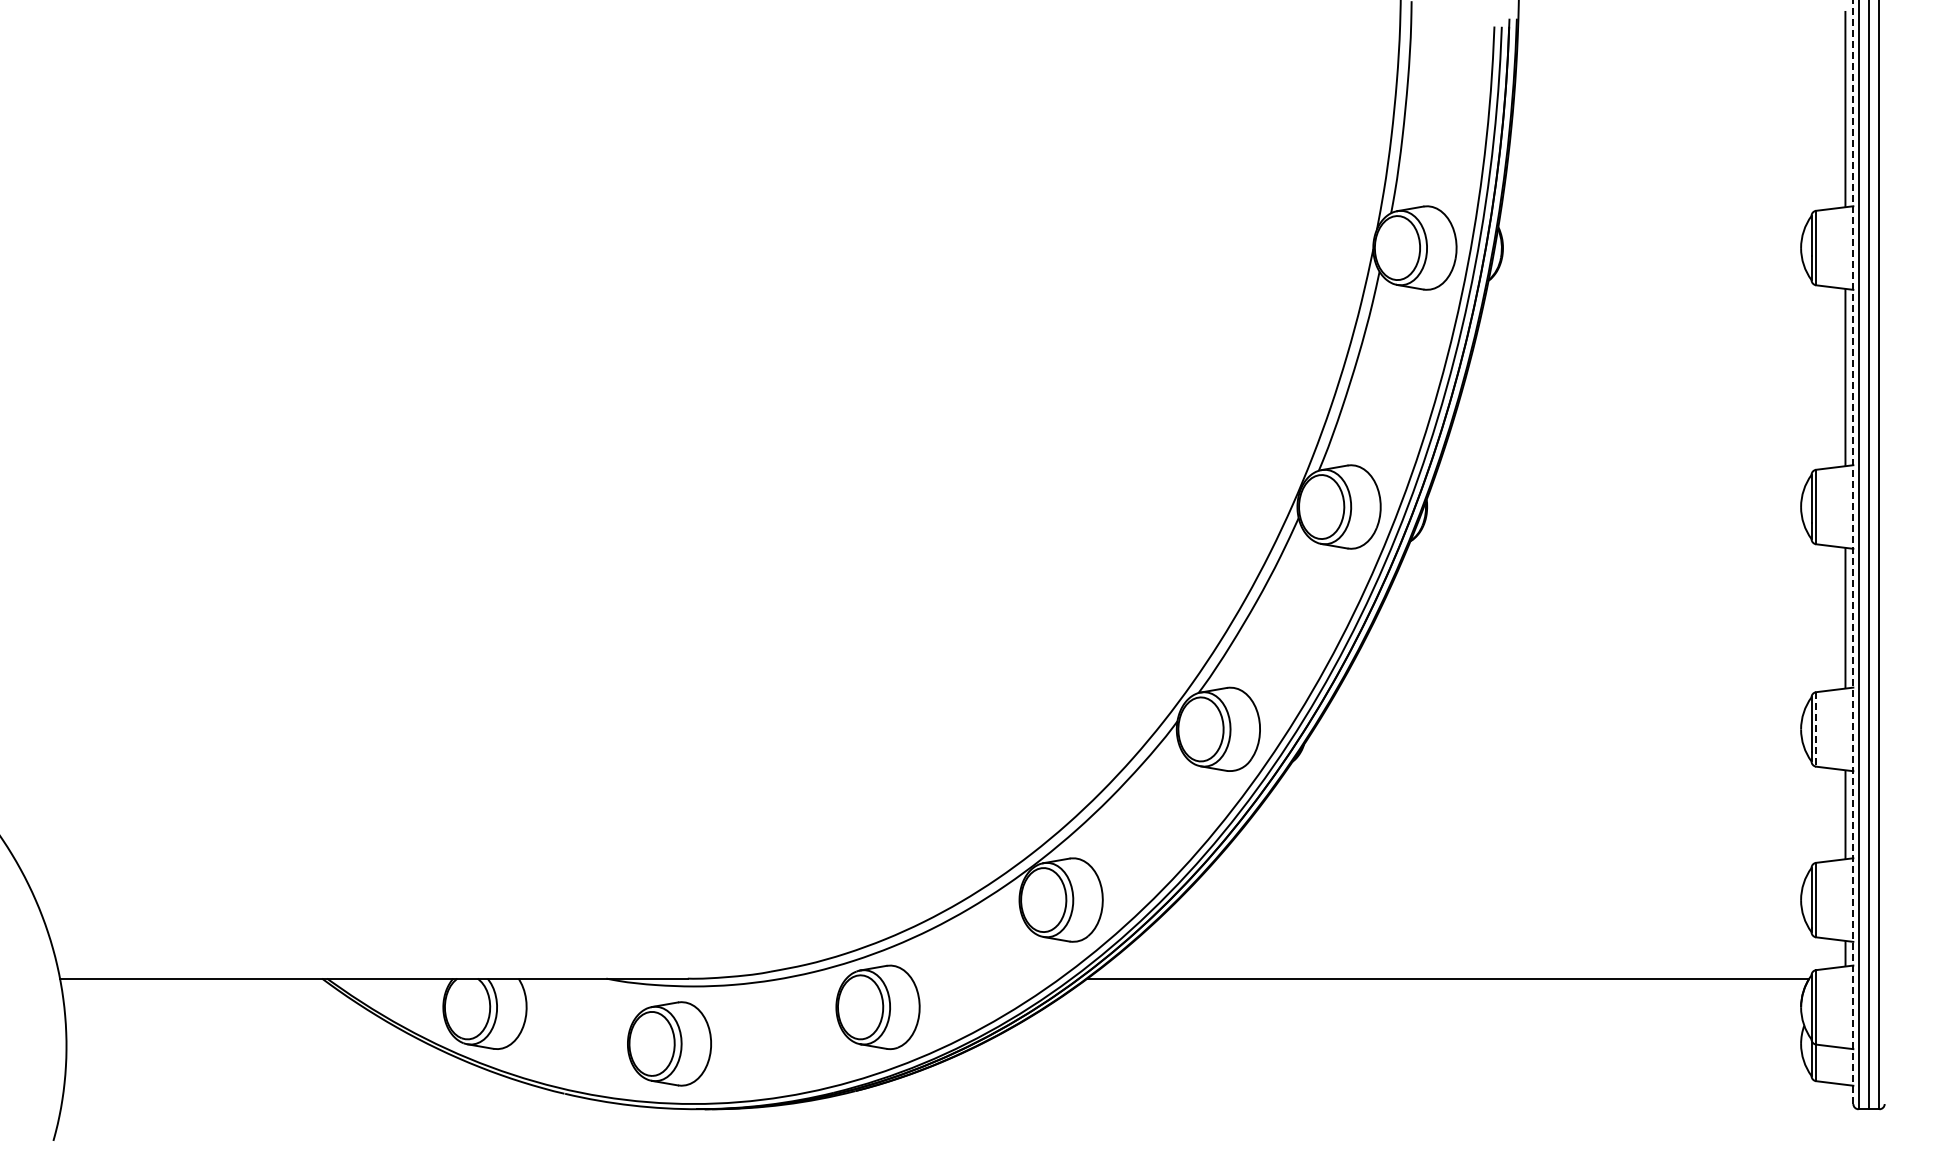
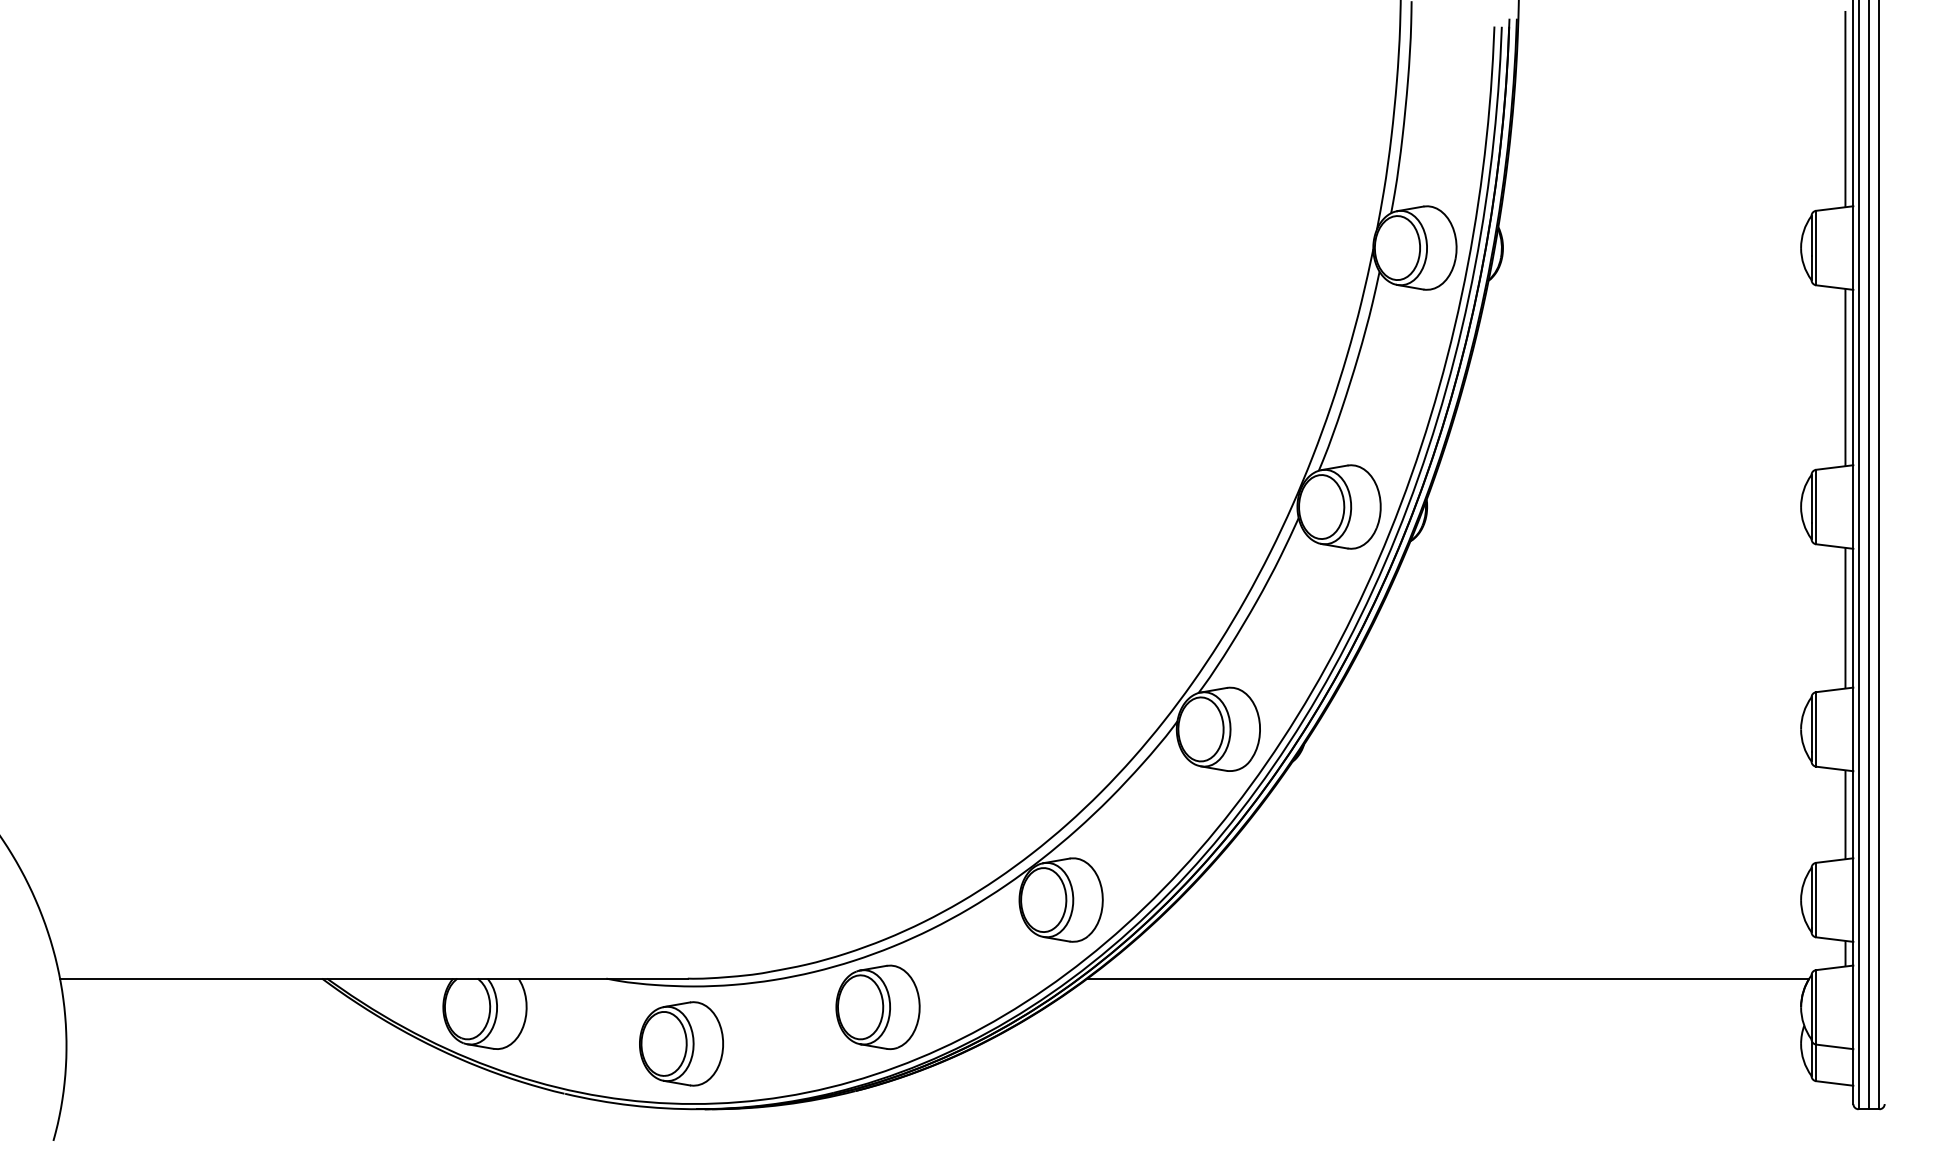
line at (1853, 552): dashed -> solid
line at (1816, 729): dashed -> solid
part at (669, 1043) position: (669, 1043) -> (681, 1043)
